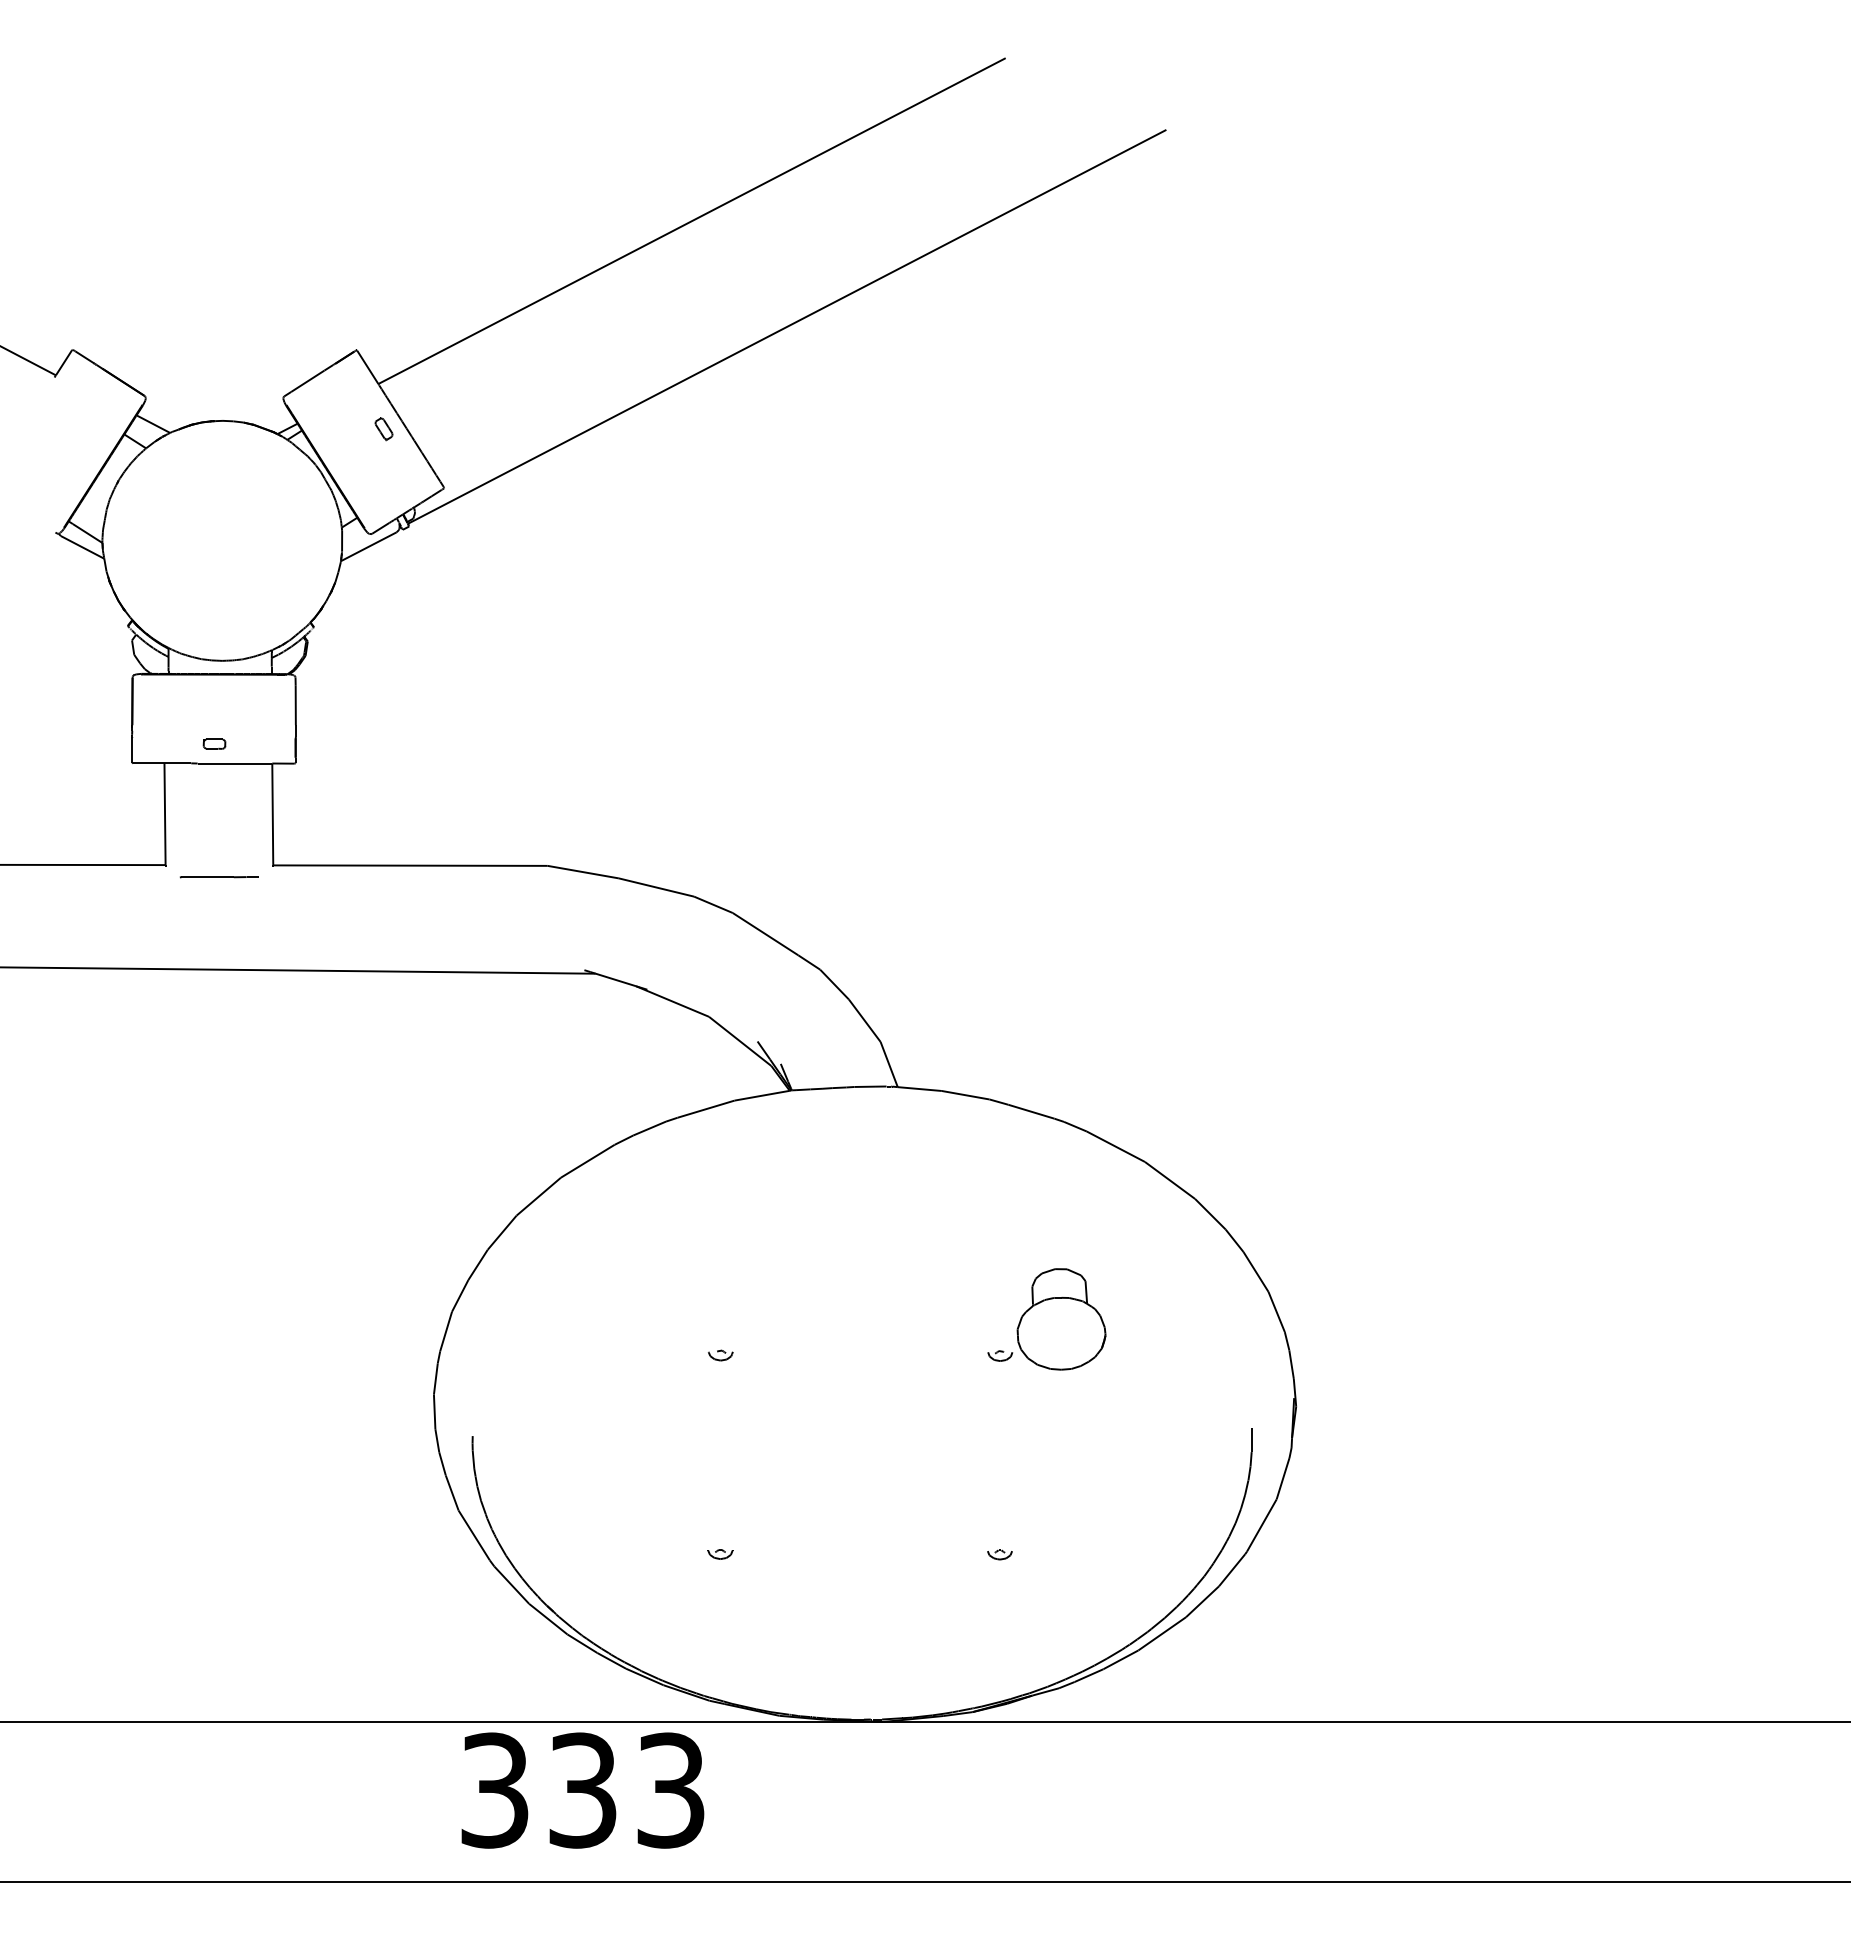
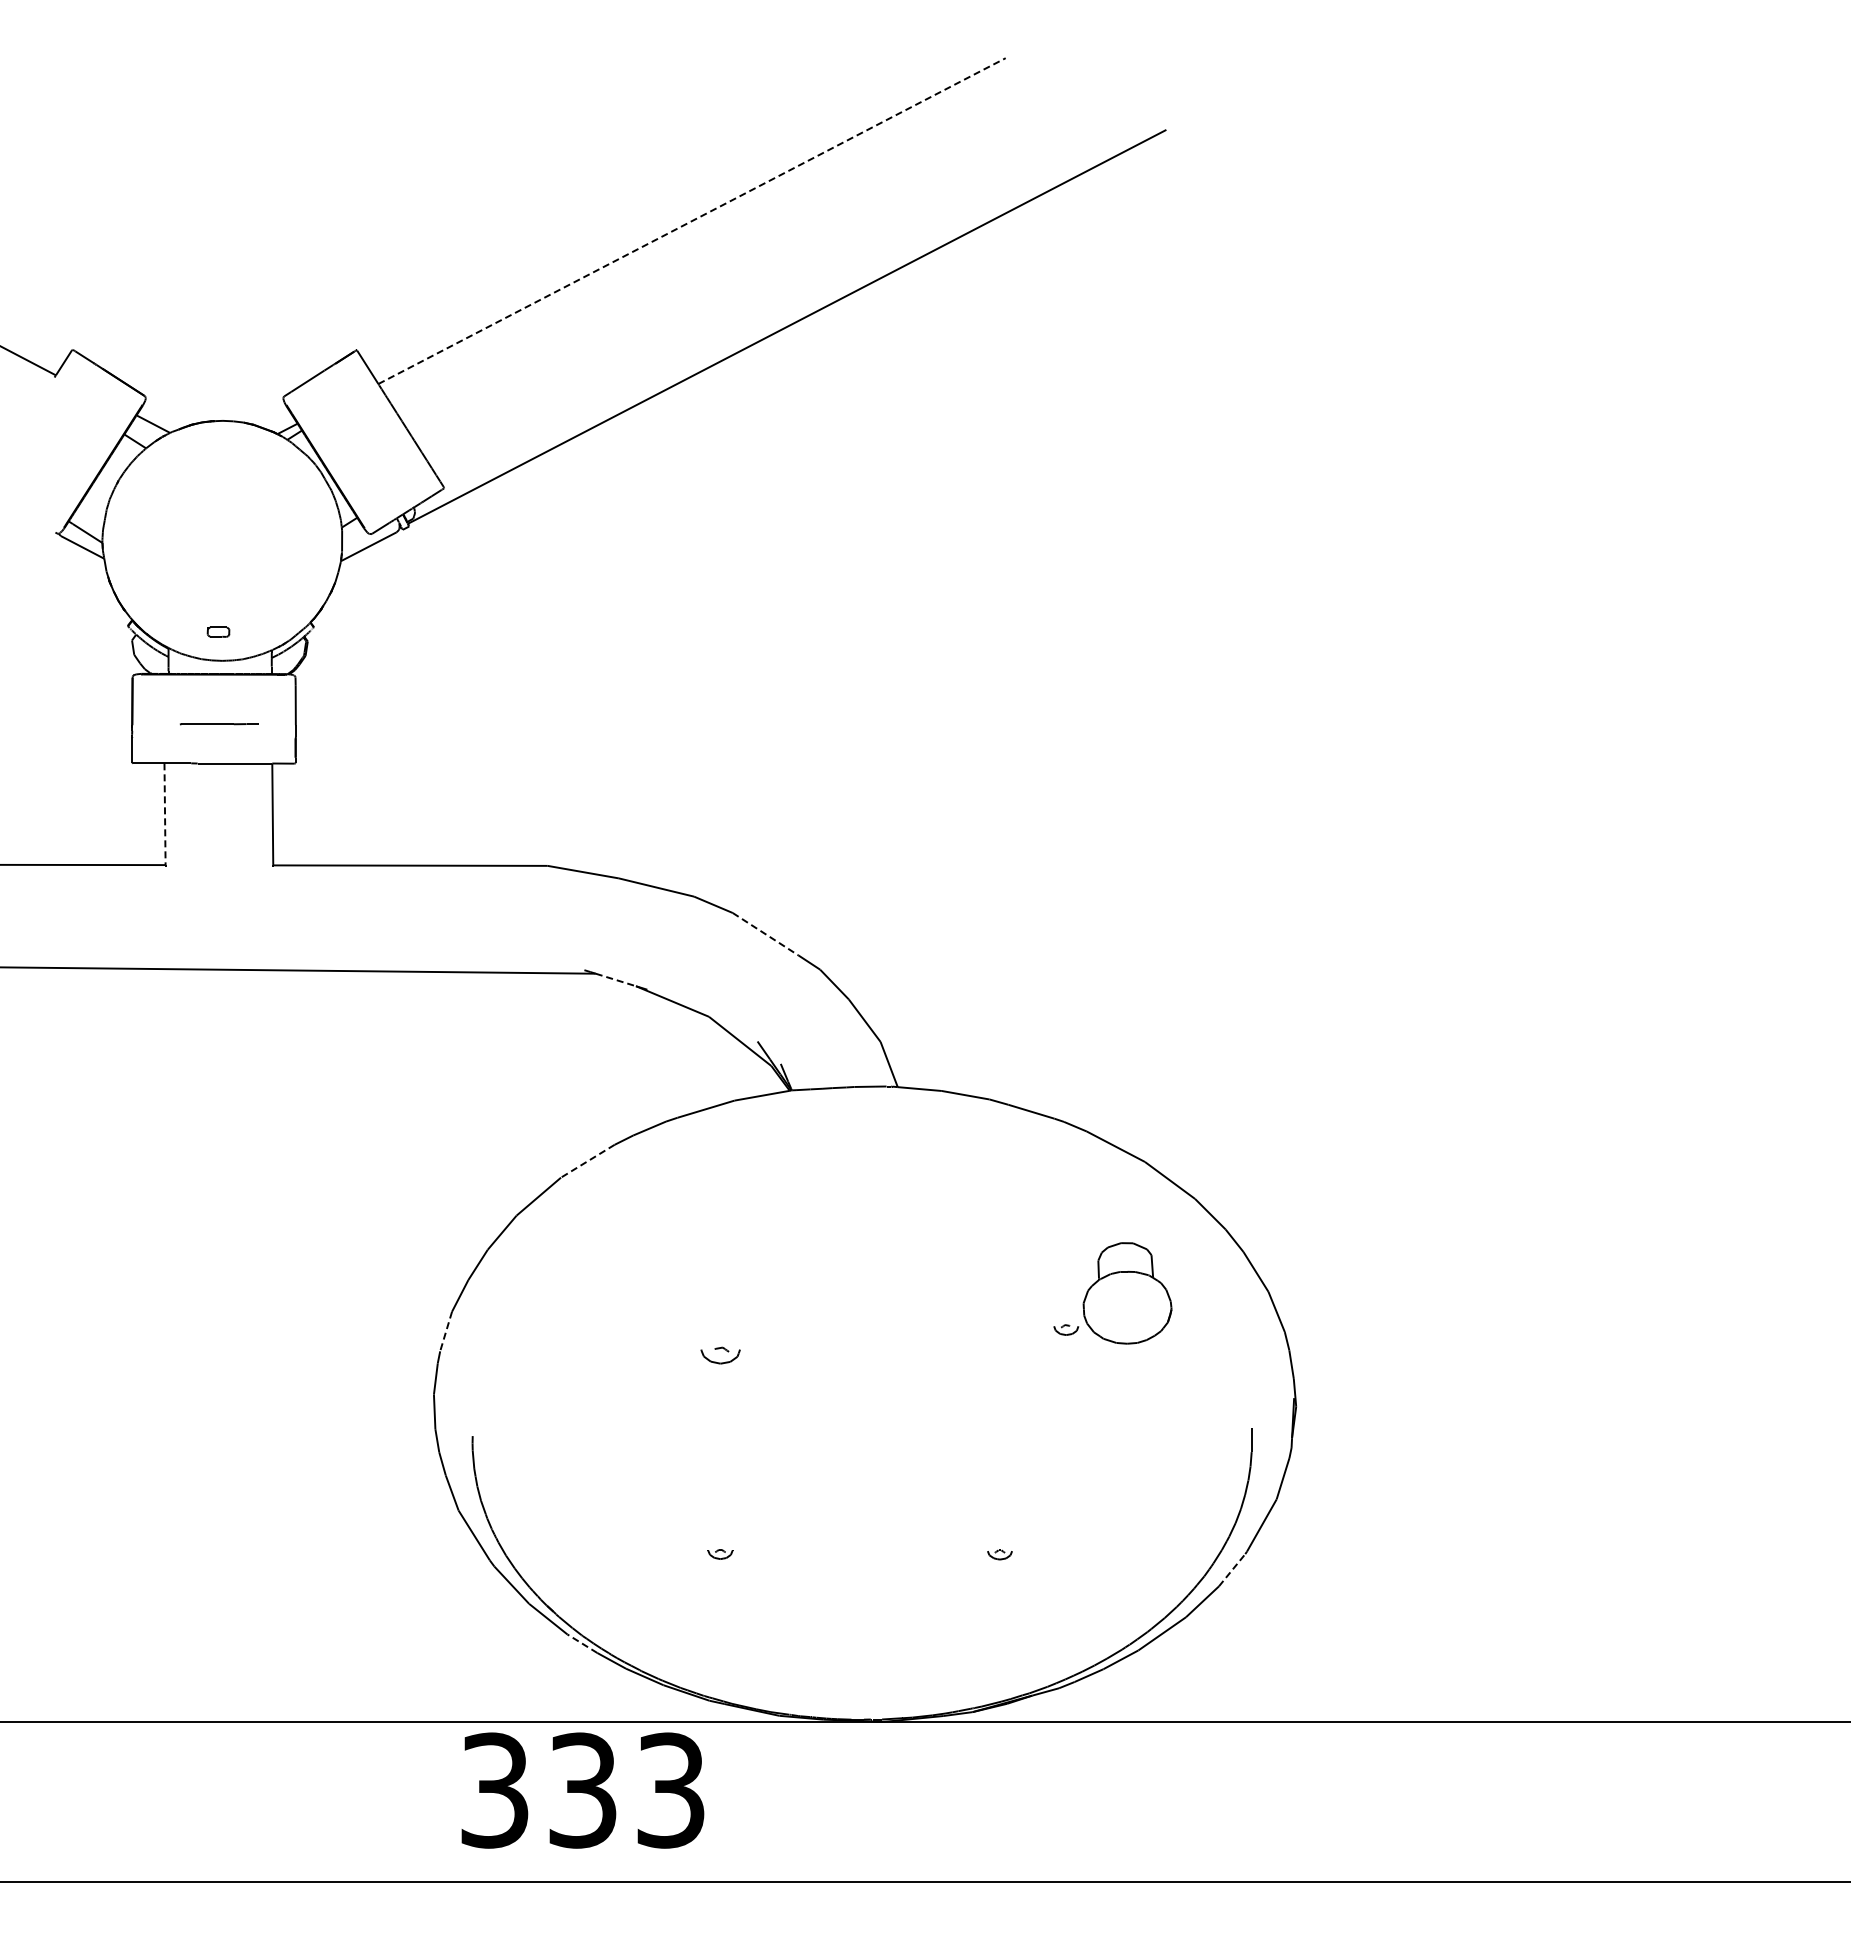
line at (692, 220): solid -> dashed
part at (383, 429): present -> none
part at (214, 743) position: (214, 743) -> (218, 631)
line at (165, 814): solid -> dashed
line at (218, 877) position: (218, 877) -> (218, 724)
line at (765, 934): solid -> dashed
line at (616, 980): solid -> dashed
line at (587, 1161): solid -> dashed
part at (1046, 1319) position: (1046, 1319) -> (1112, 1293)
line at (446, 1331): solid -> dashed
part at (720, 1355) size: 26x13 px -> 41x19 px
line at (1232, 1570): solid -> dashed
line at (582, 1643): solid -> dashed
